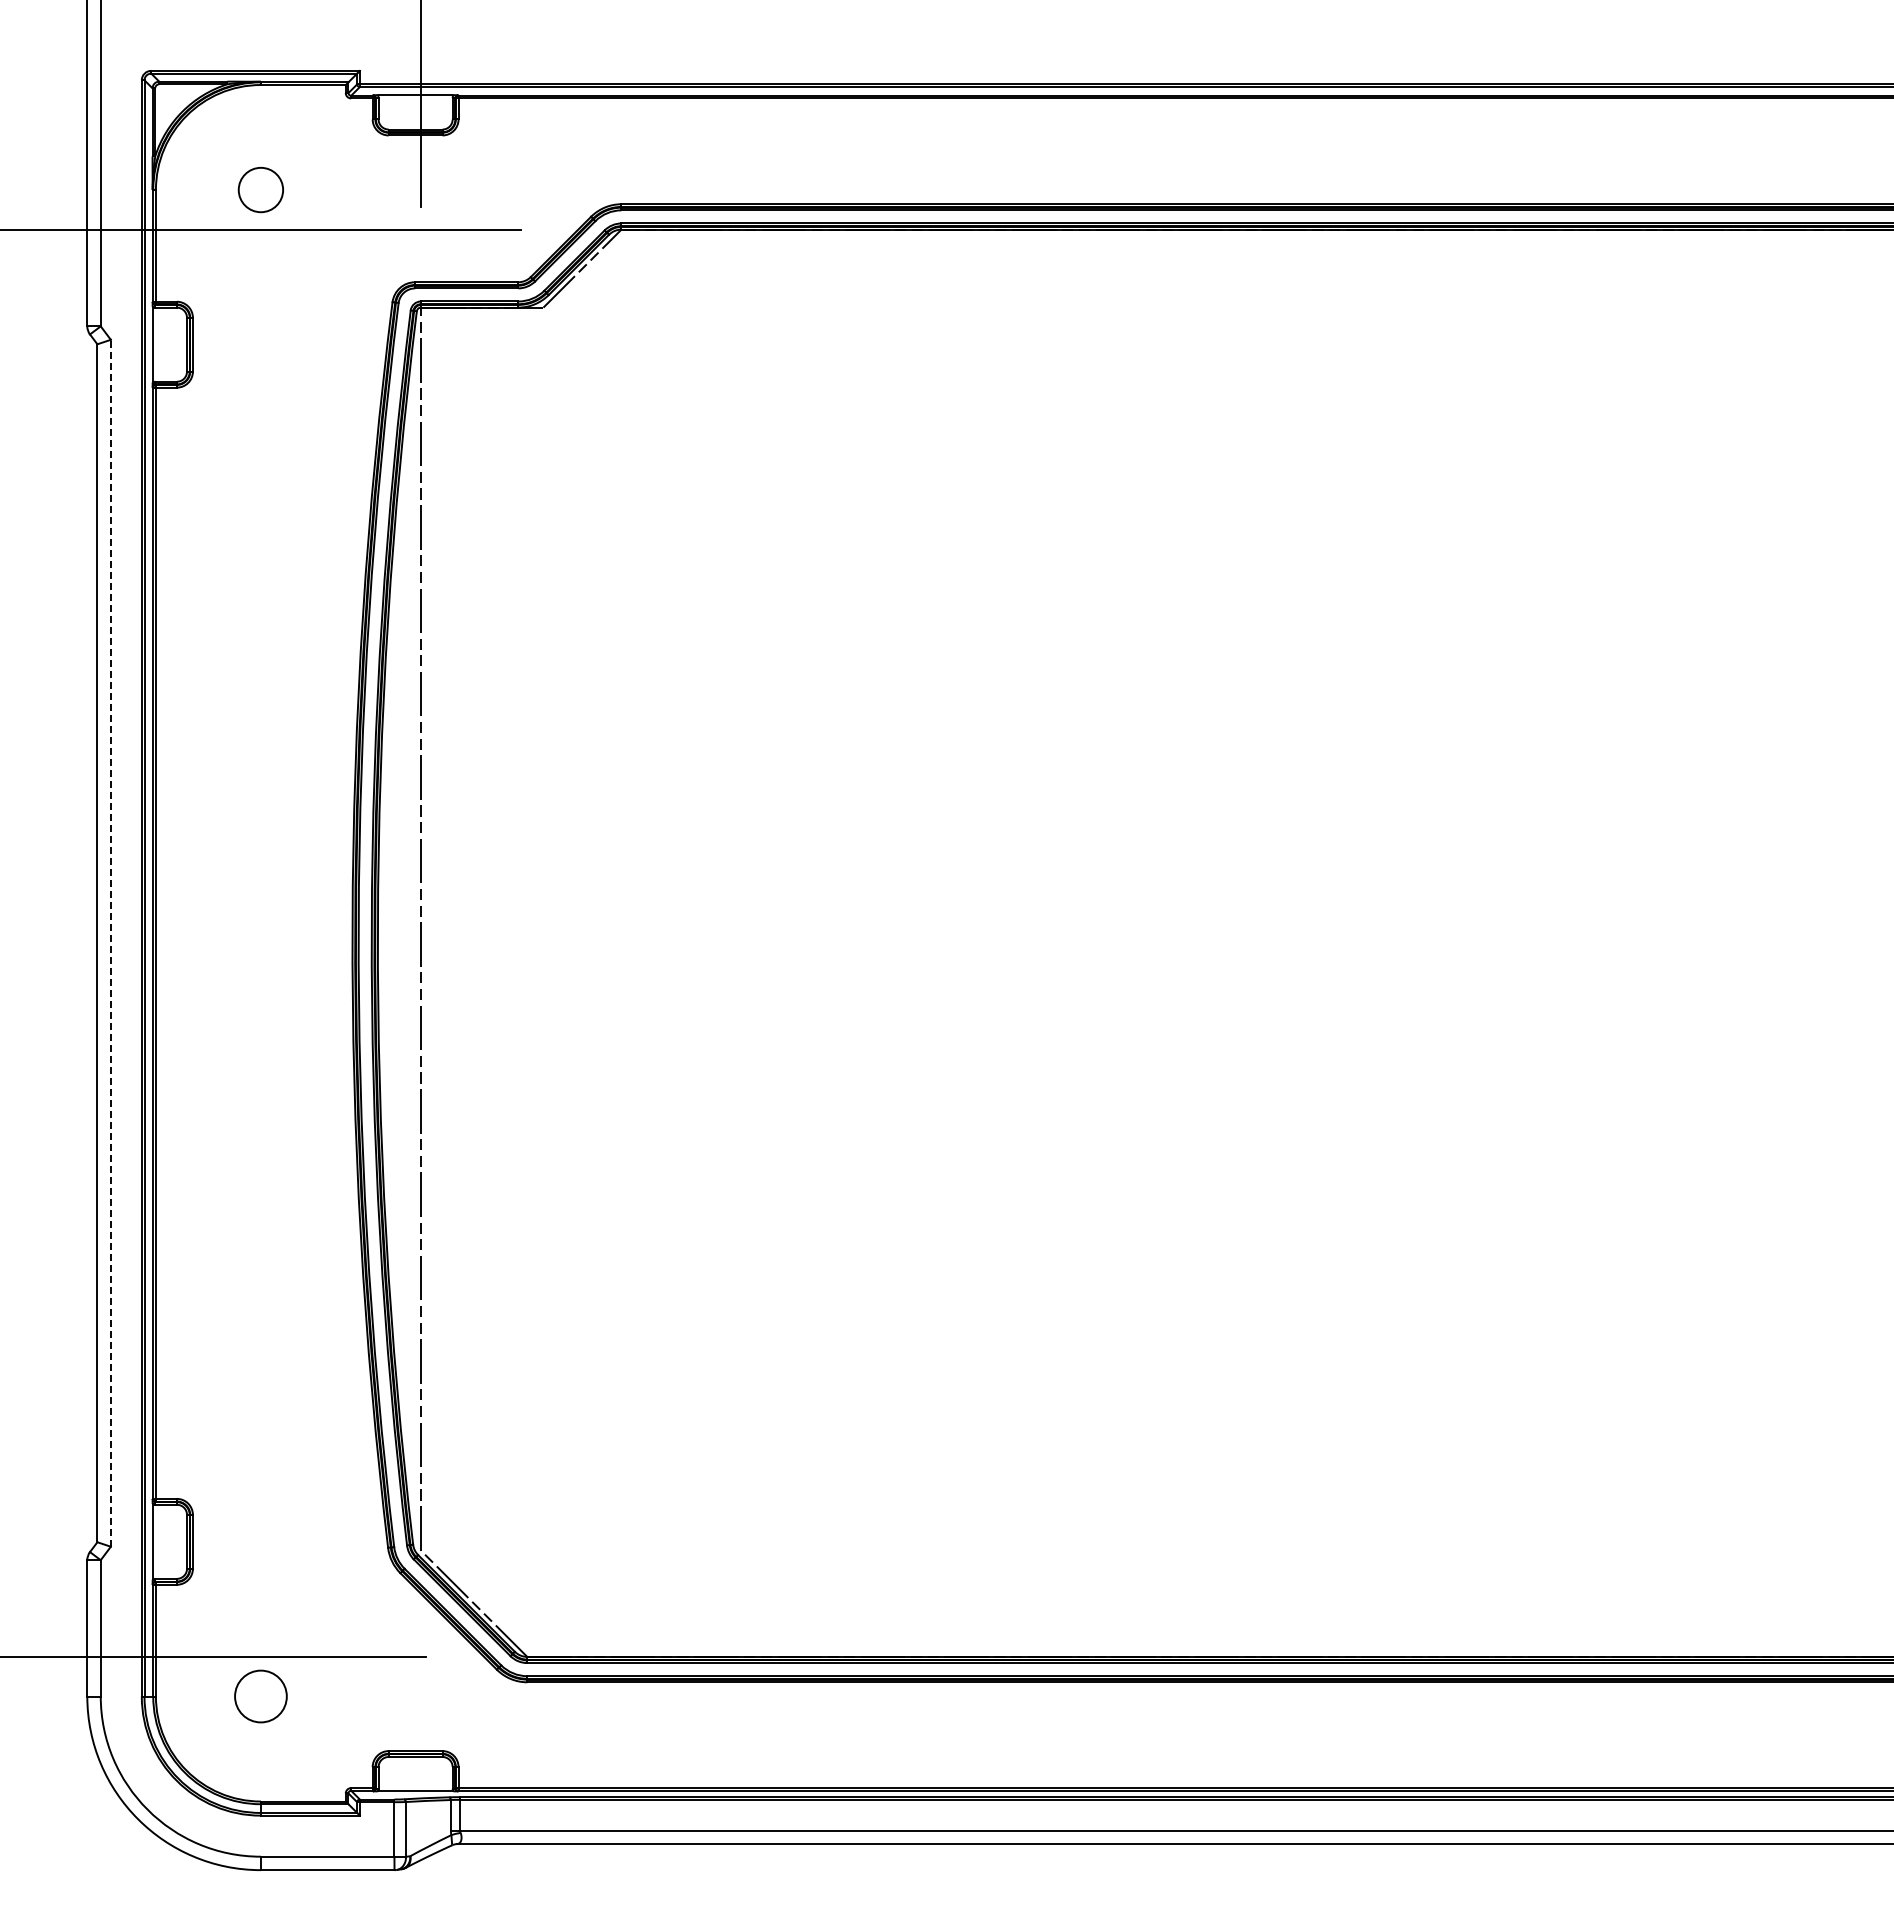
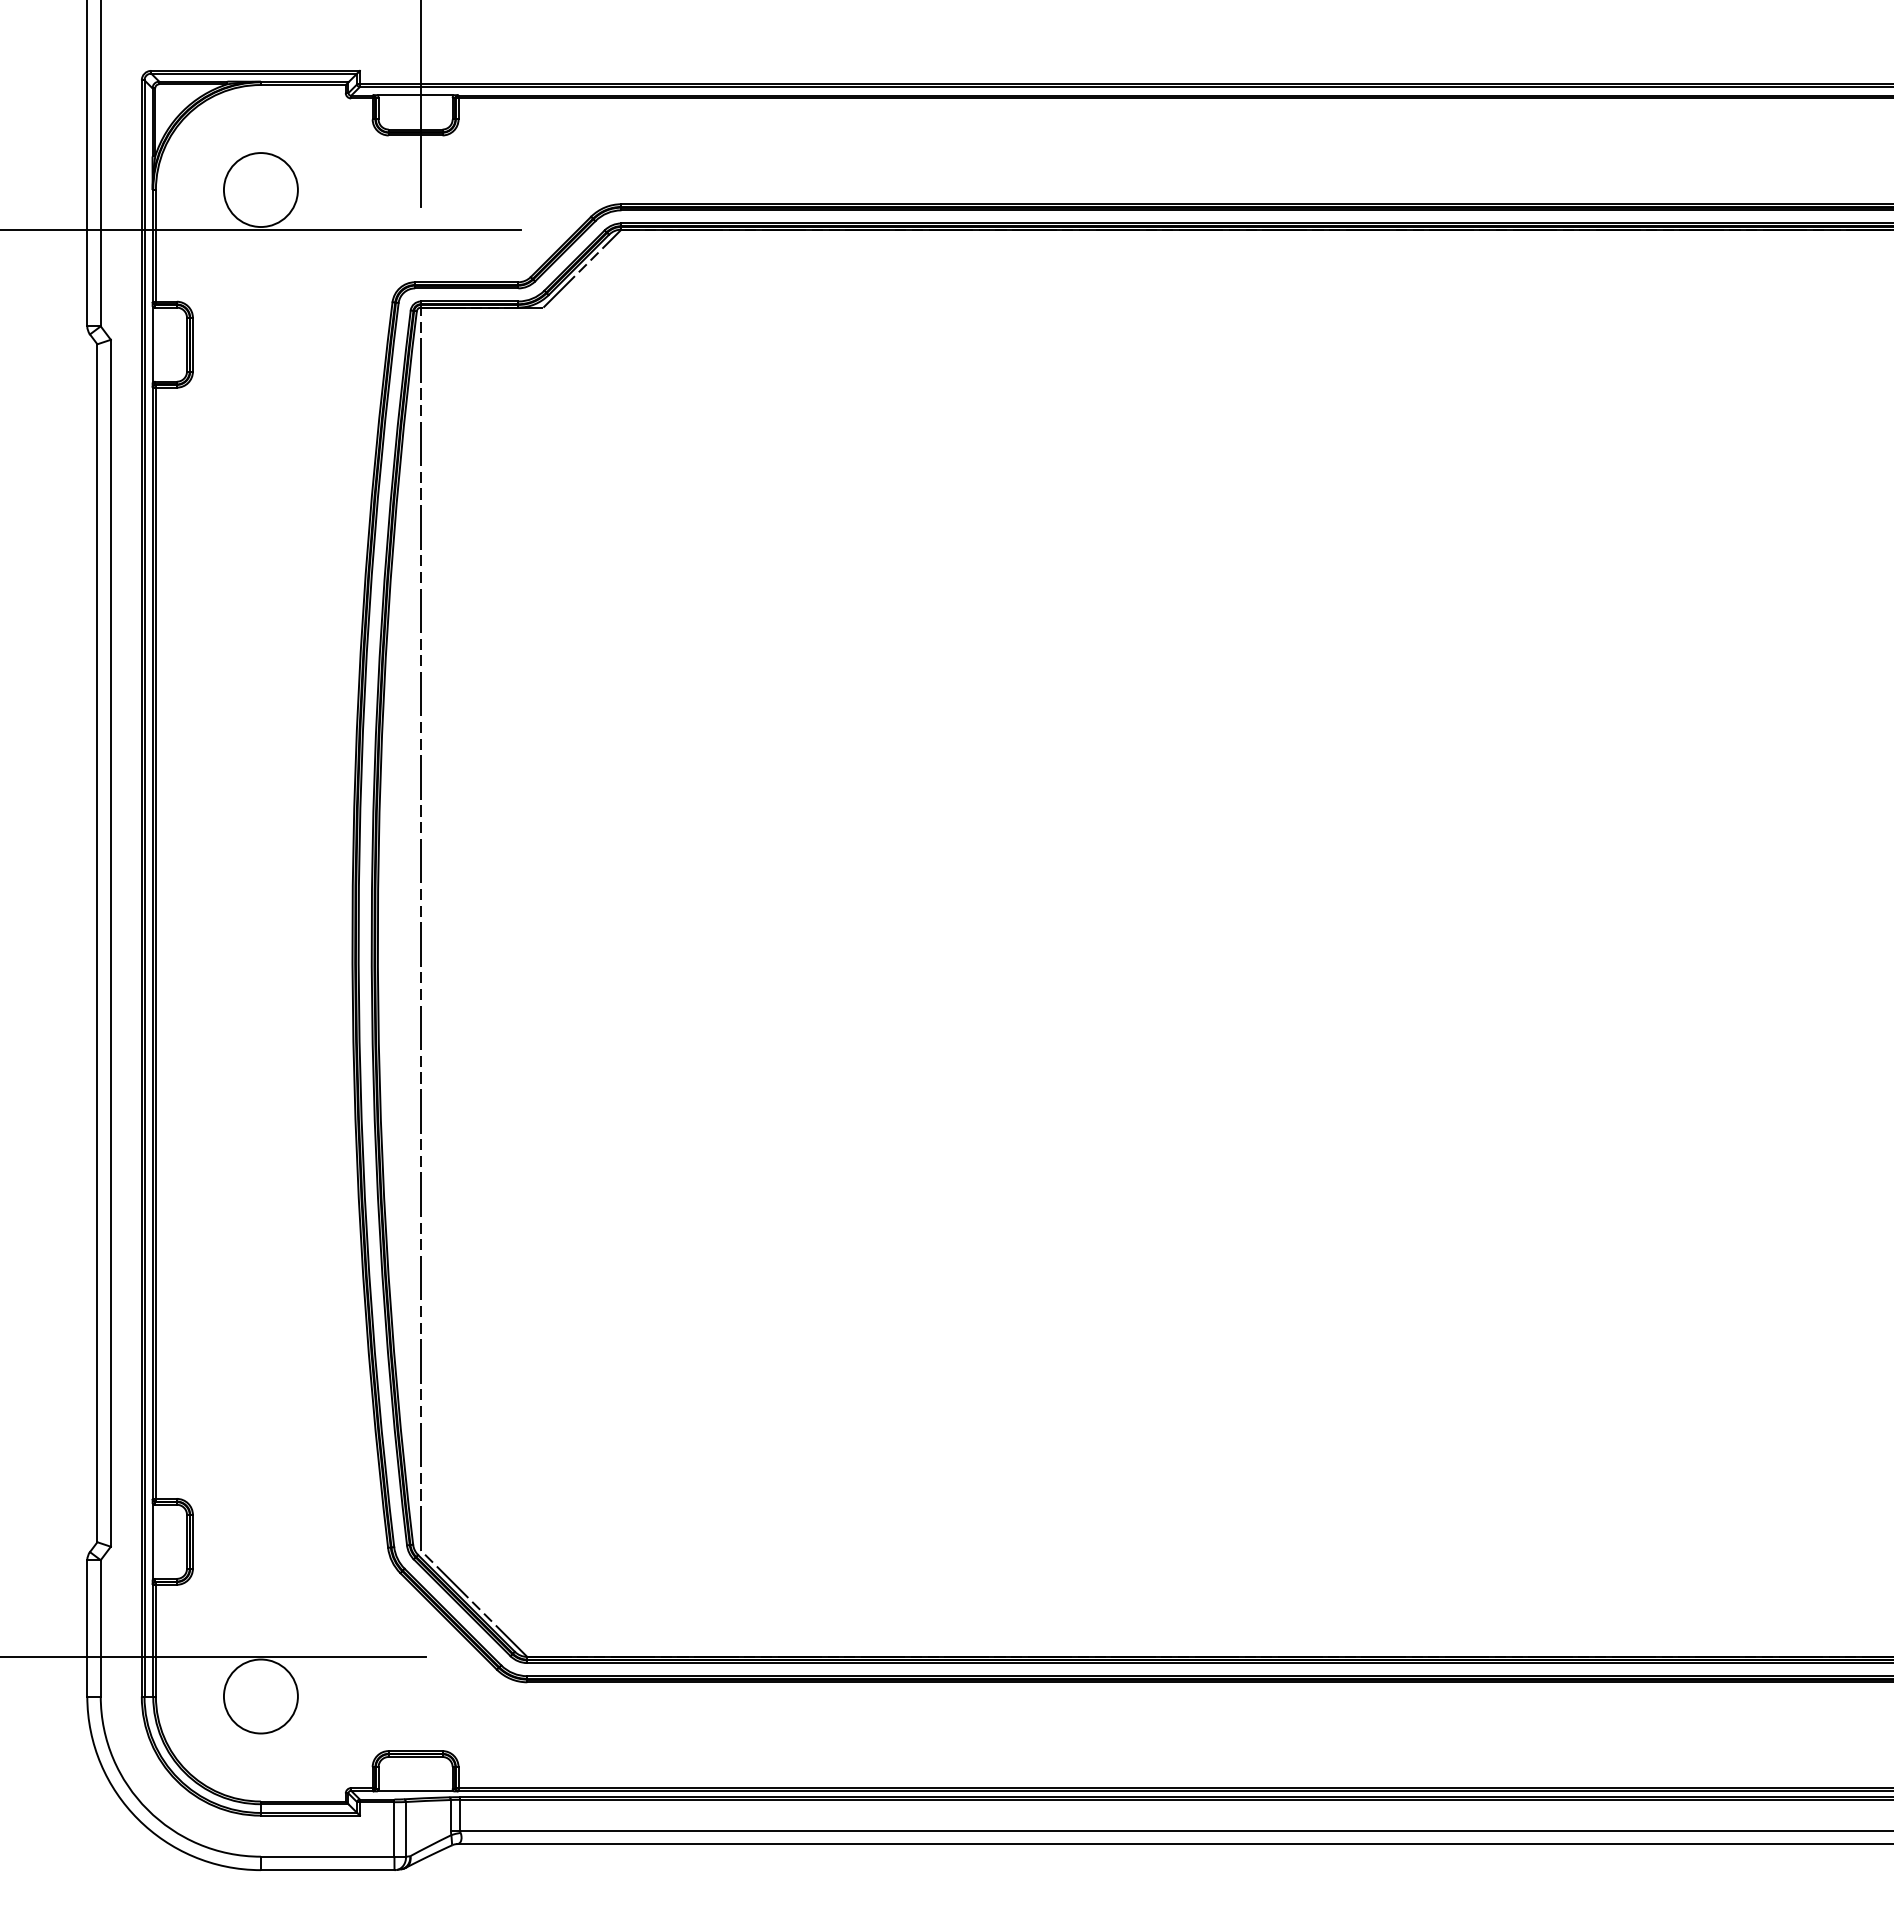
circle at (260, 189) diameter: 44 px -> 74 px
line at (110, 942): dashed -> solid
circle at (260, 1696) diameter: 52 px -> 74 px
